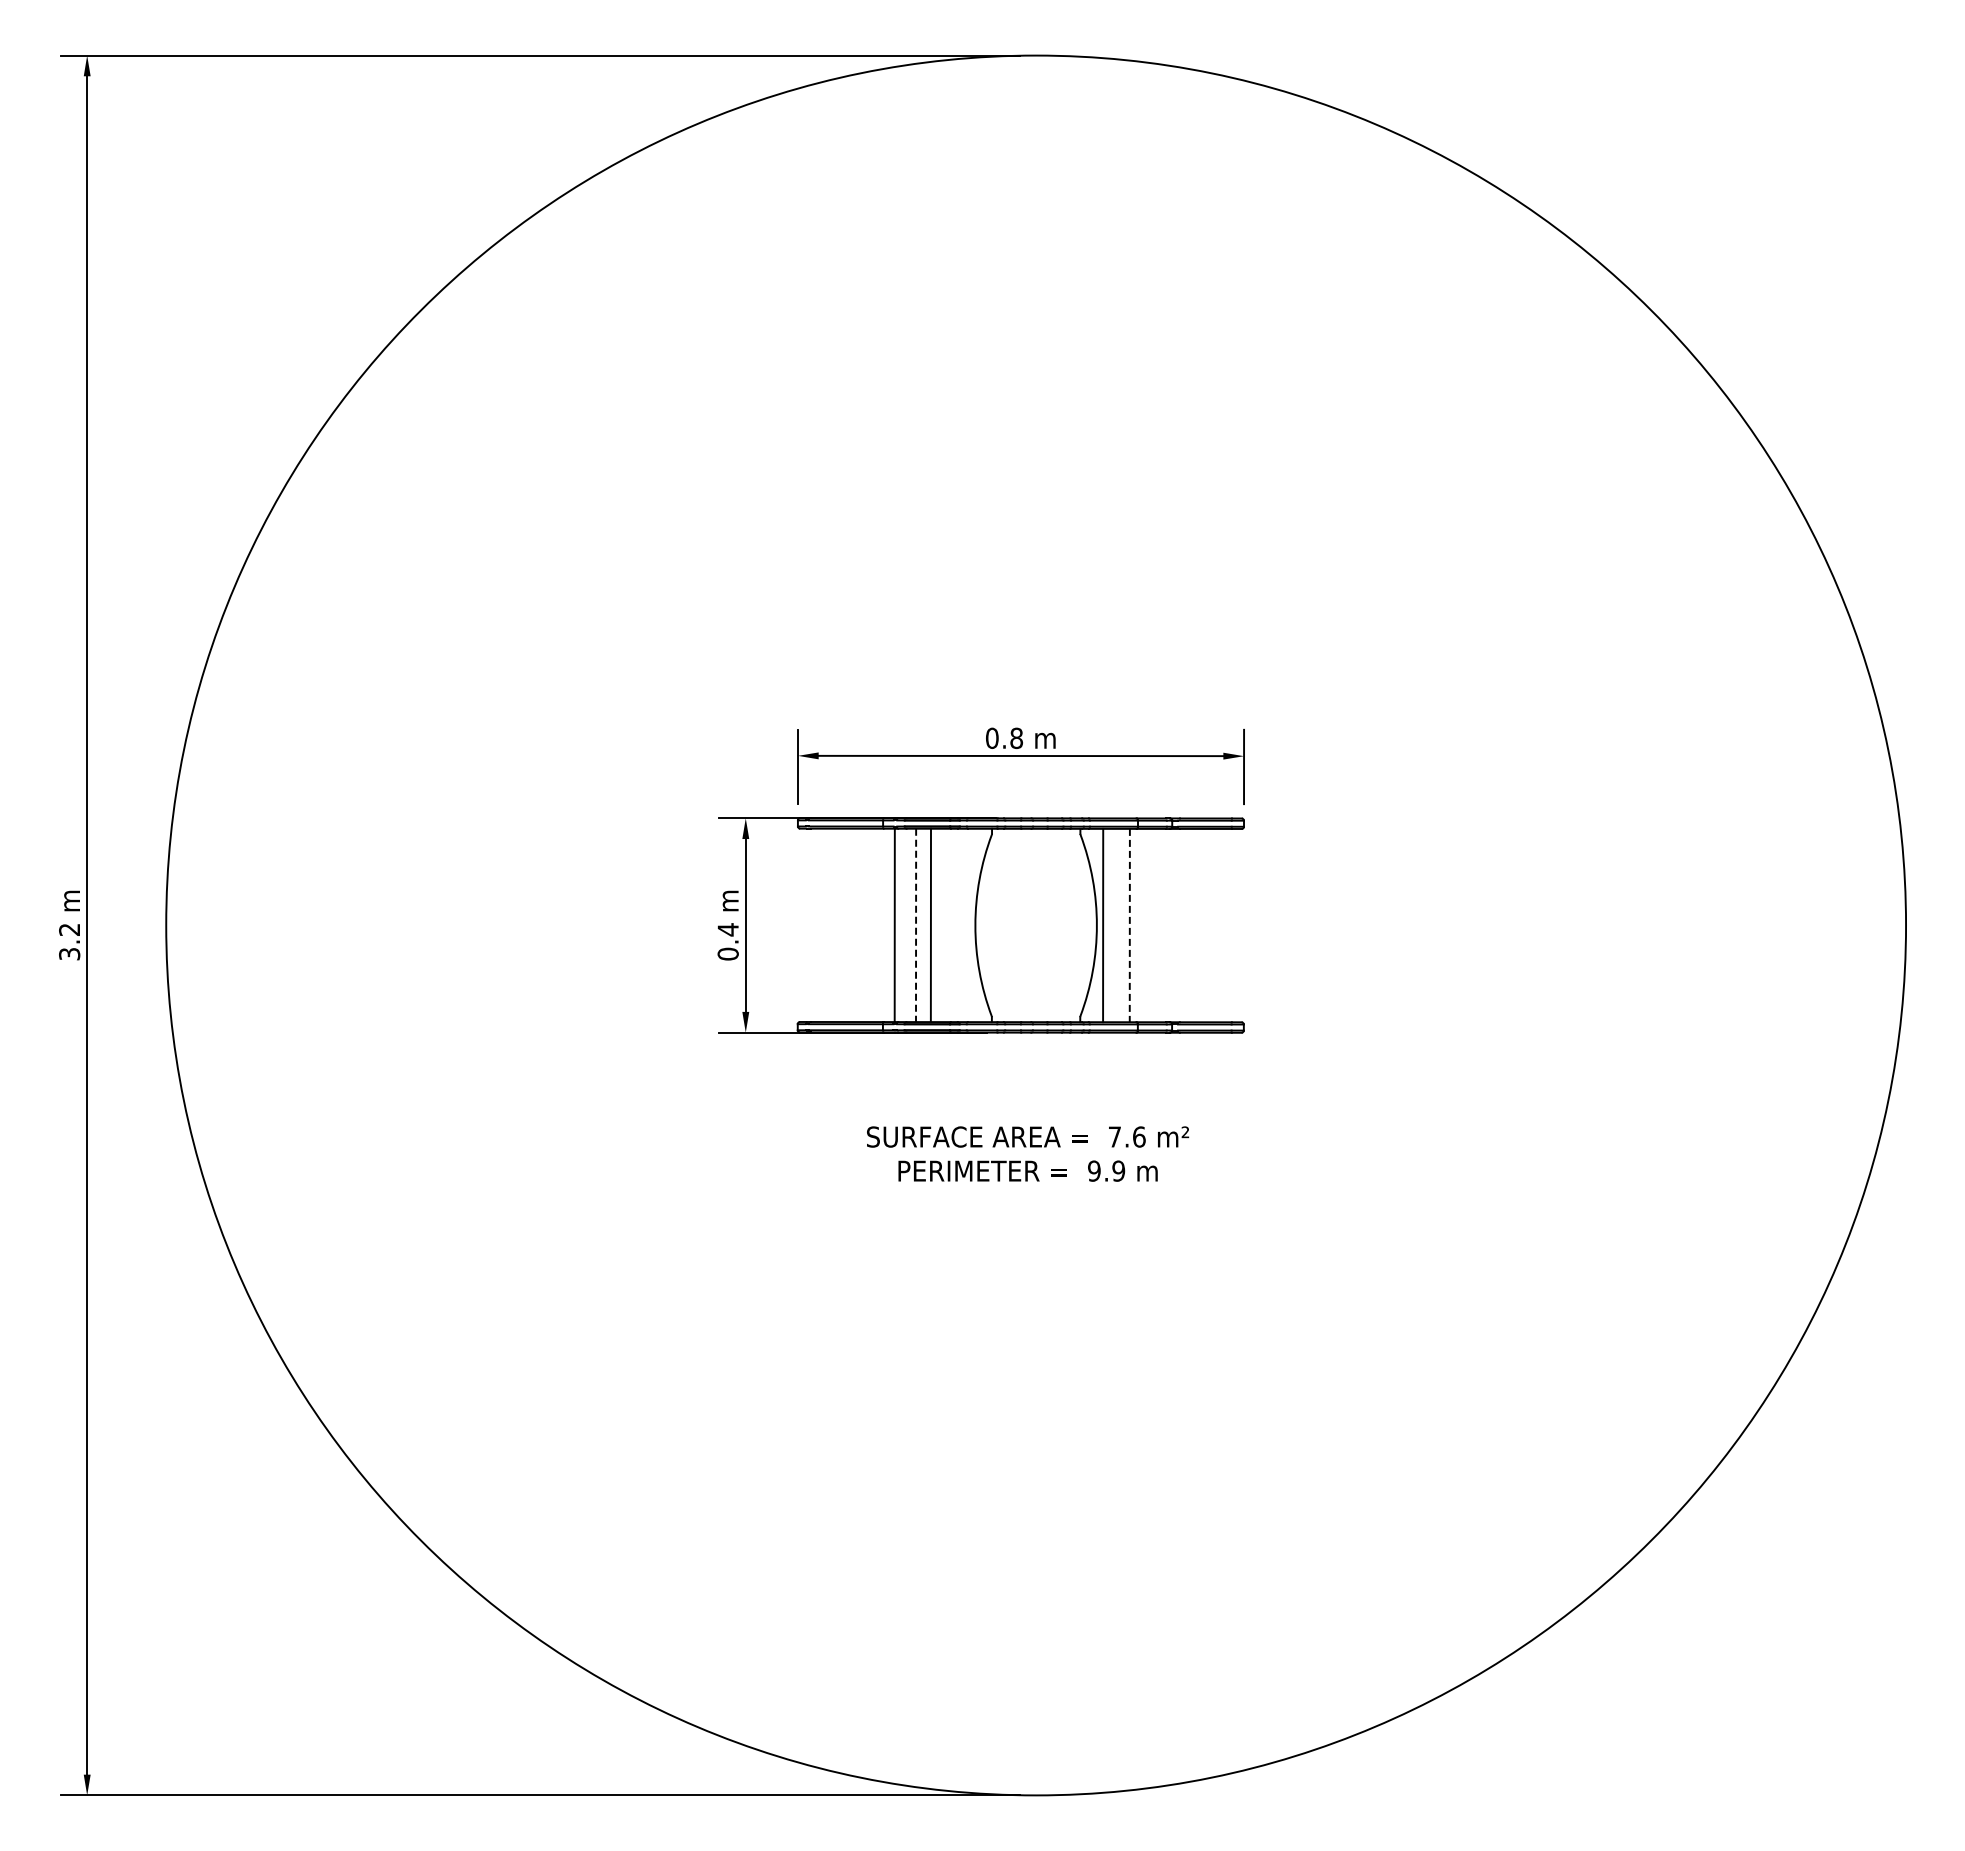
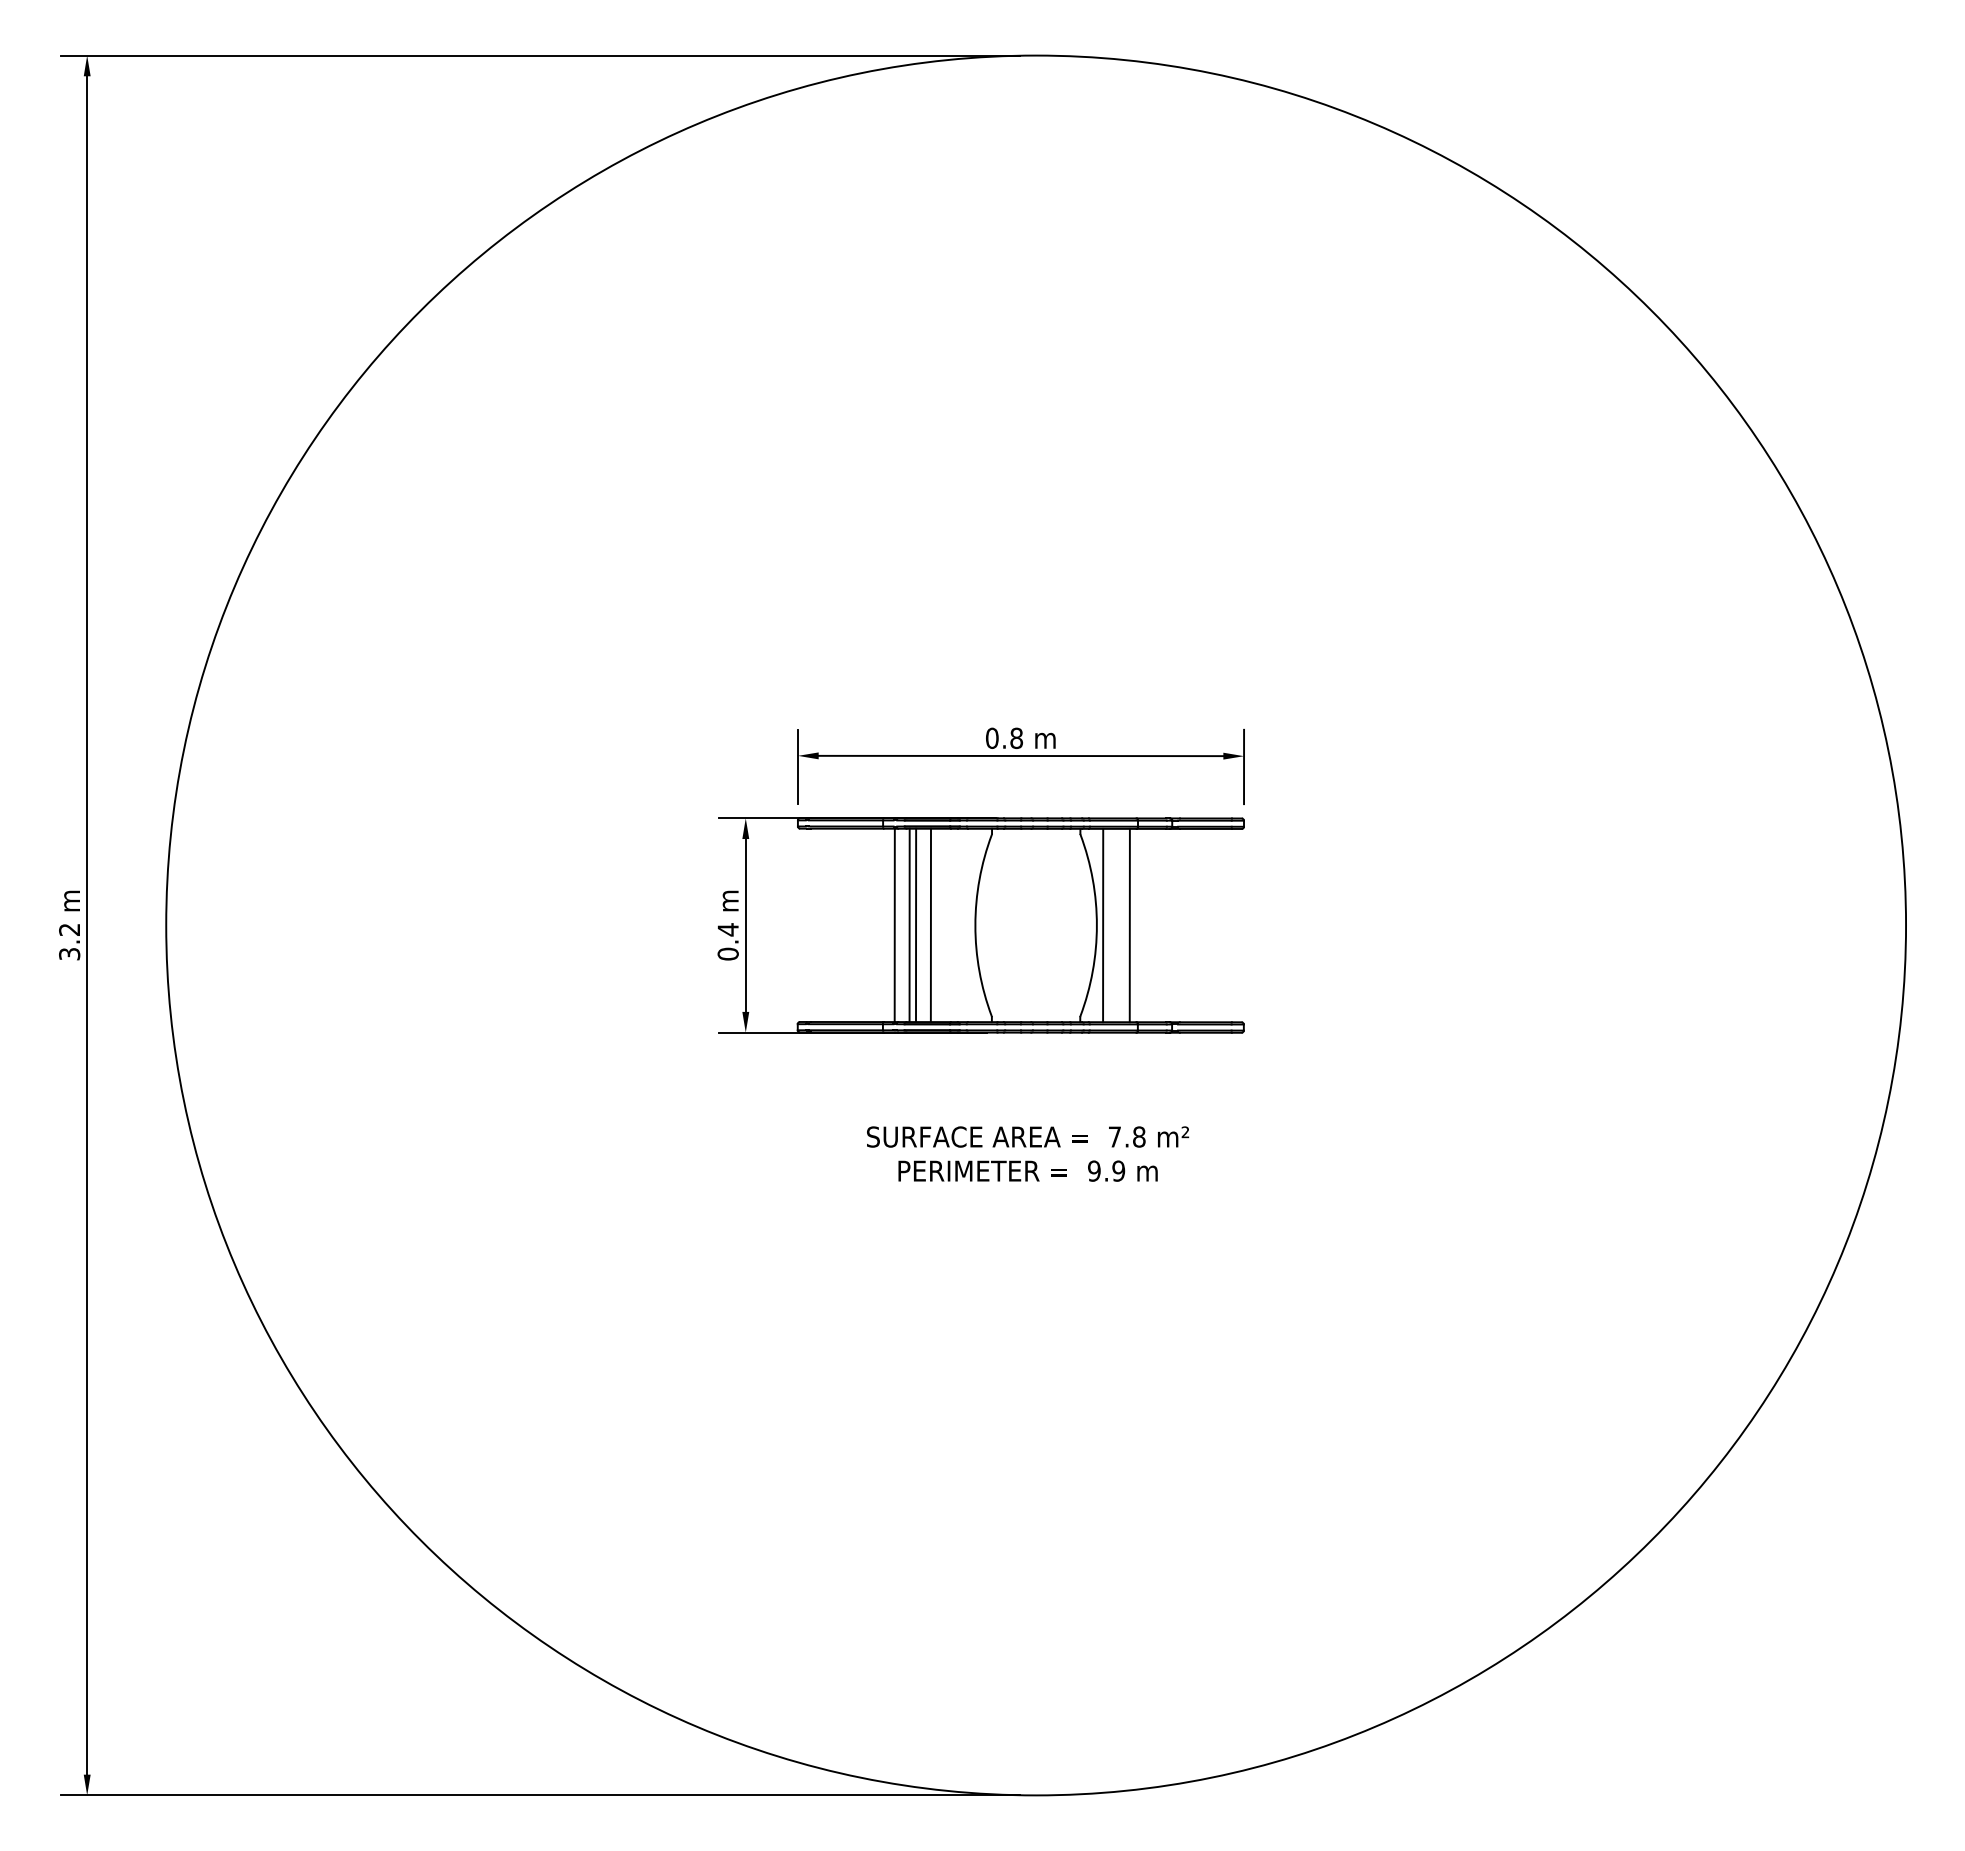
line at (909, 925): none -> present
line at (916, 925): dashed -> solid
line at (1129, 925): dashed -> solid
text at (1139, 1136): 7.6 -> 7.8
